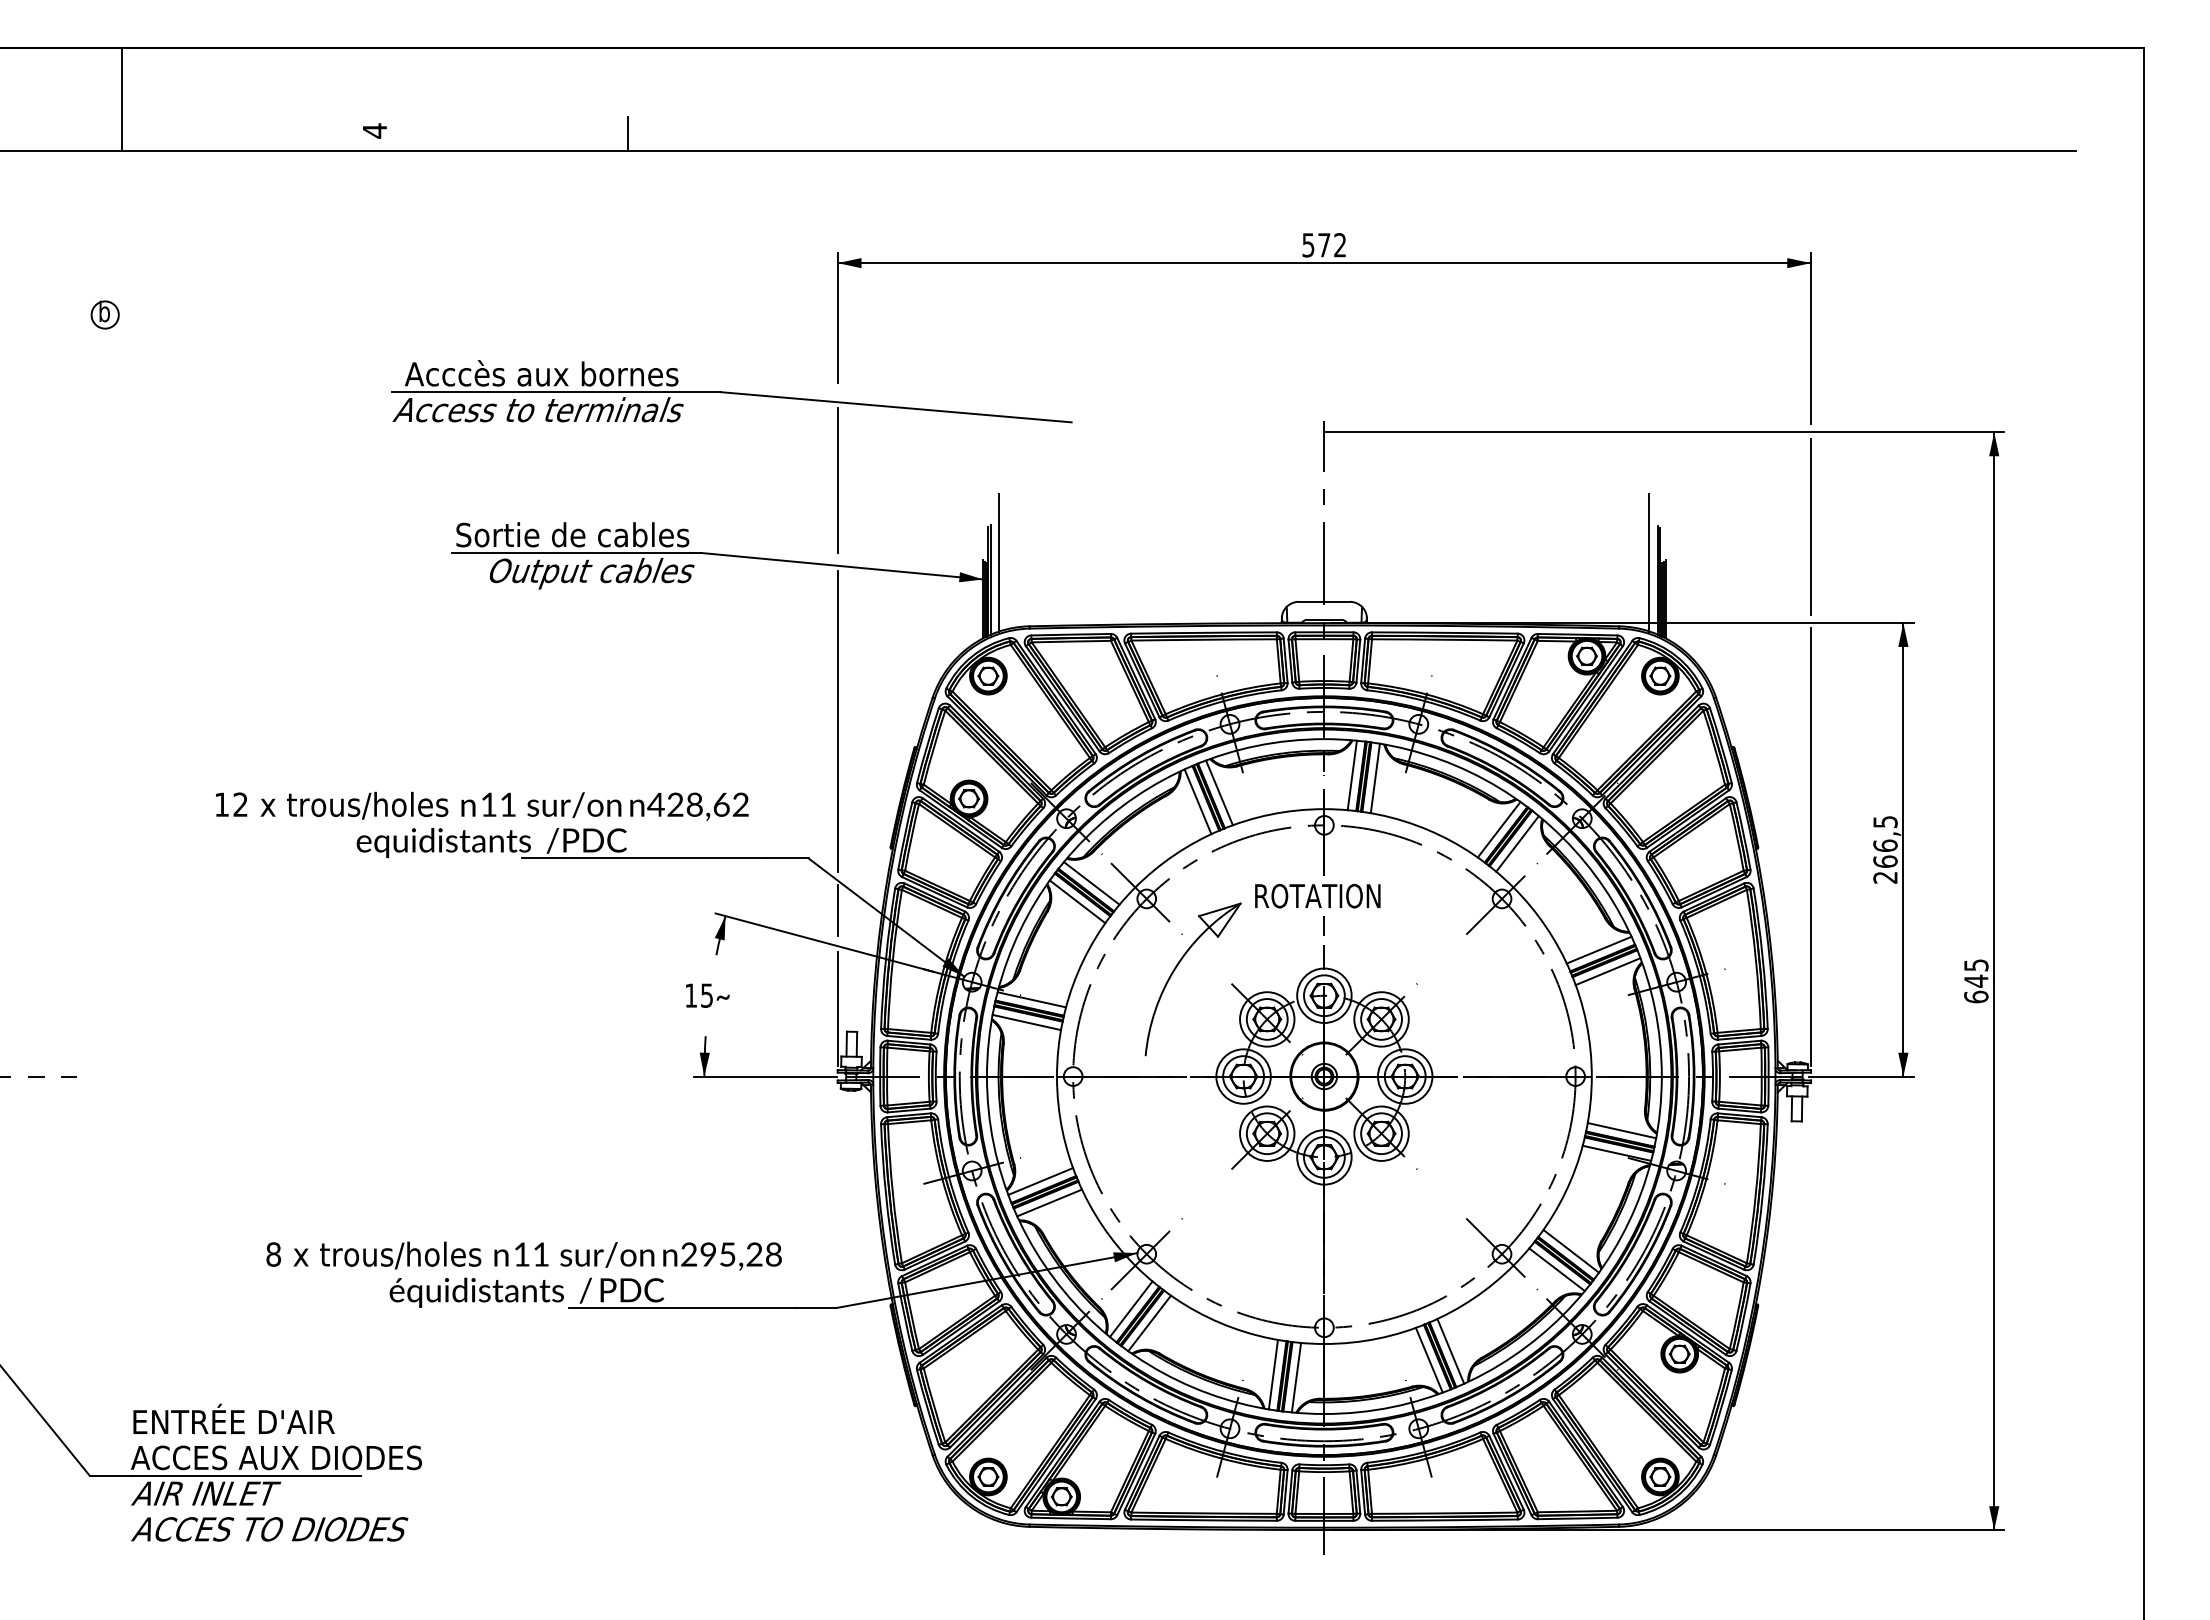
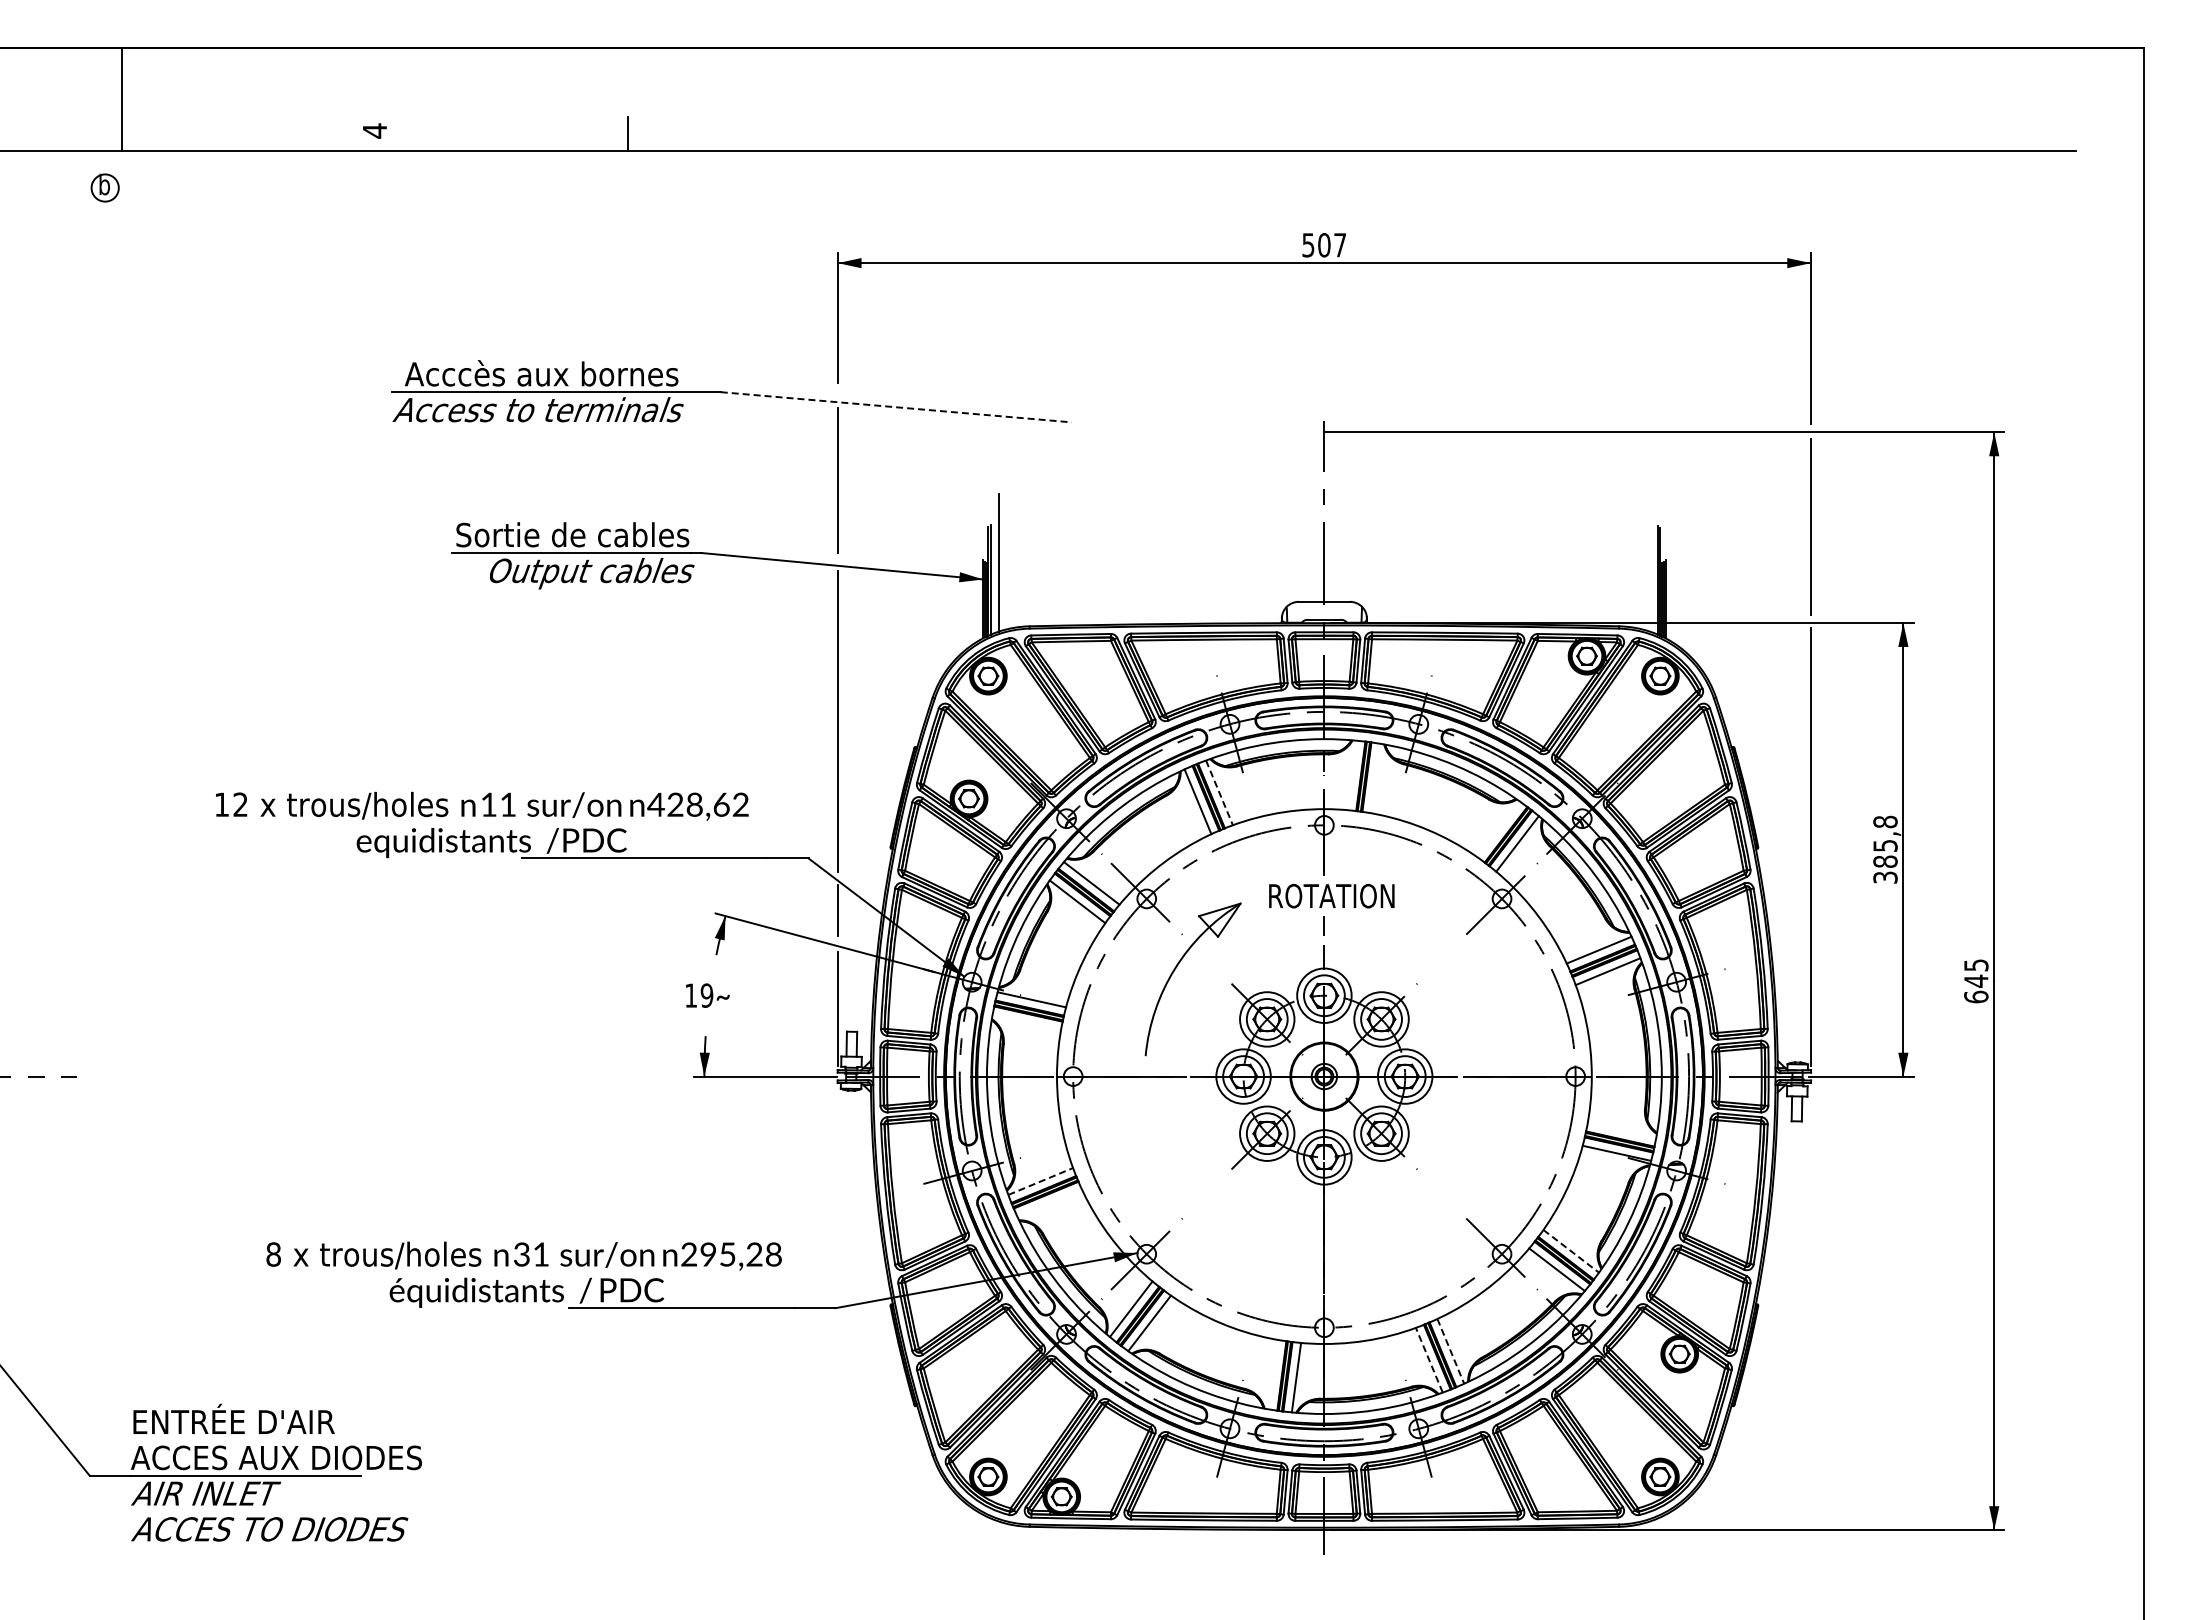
text at (1332, 245): 572 -> 507
part at (104, 314) position: (104, 314) -> (104, 187)
line at (896, 407): solid -> dashed
line at (1649, 562): present -> none
line at (1351, 775): present -> none
line at (1374, 778): present -> none
line at (1219, 793): solid -> dashed
line at (1498, 829): present -> none
text at (1885, 849): 266,5 -> 385,8
text at (1317, 895) position: (1317, 895) -> (1331, 895)
text at (706, 995): 15 -> 19
line at (1026, 1022): present -> none
line at (1621, 1130): present -> none
line at (1041, 1181): solid -> dashed
line at (1049, 1202): present -> none
line at (1571, 1251): solid -> dashed
text at (521, 1254): 11 -> 31
line at (1450, 1351): solid -> dashed
line at (1429, 1359): solid -> dashed
line at (1272, 1374): present -> none
